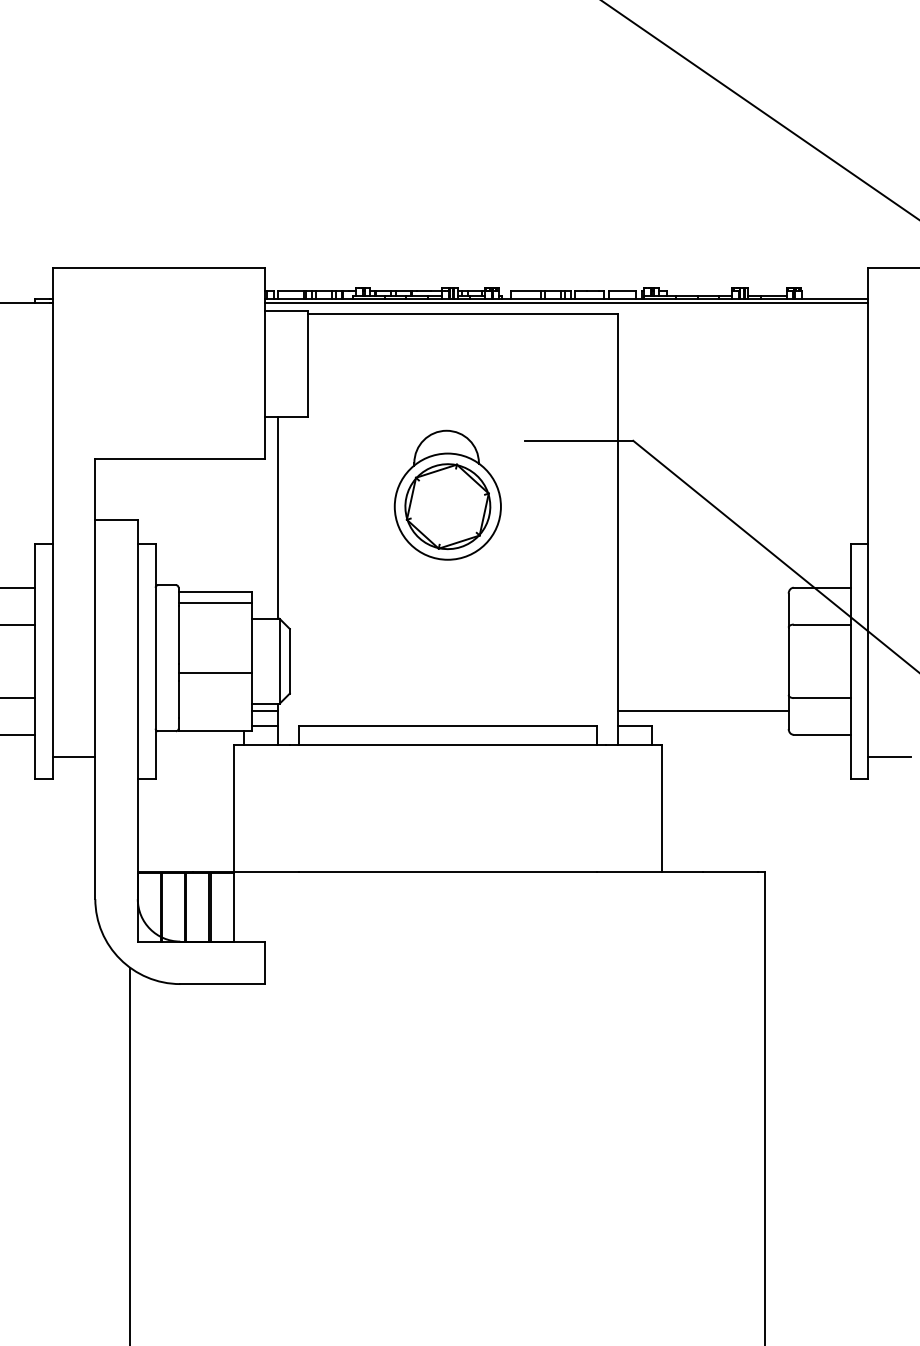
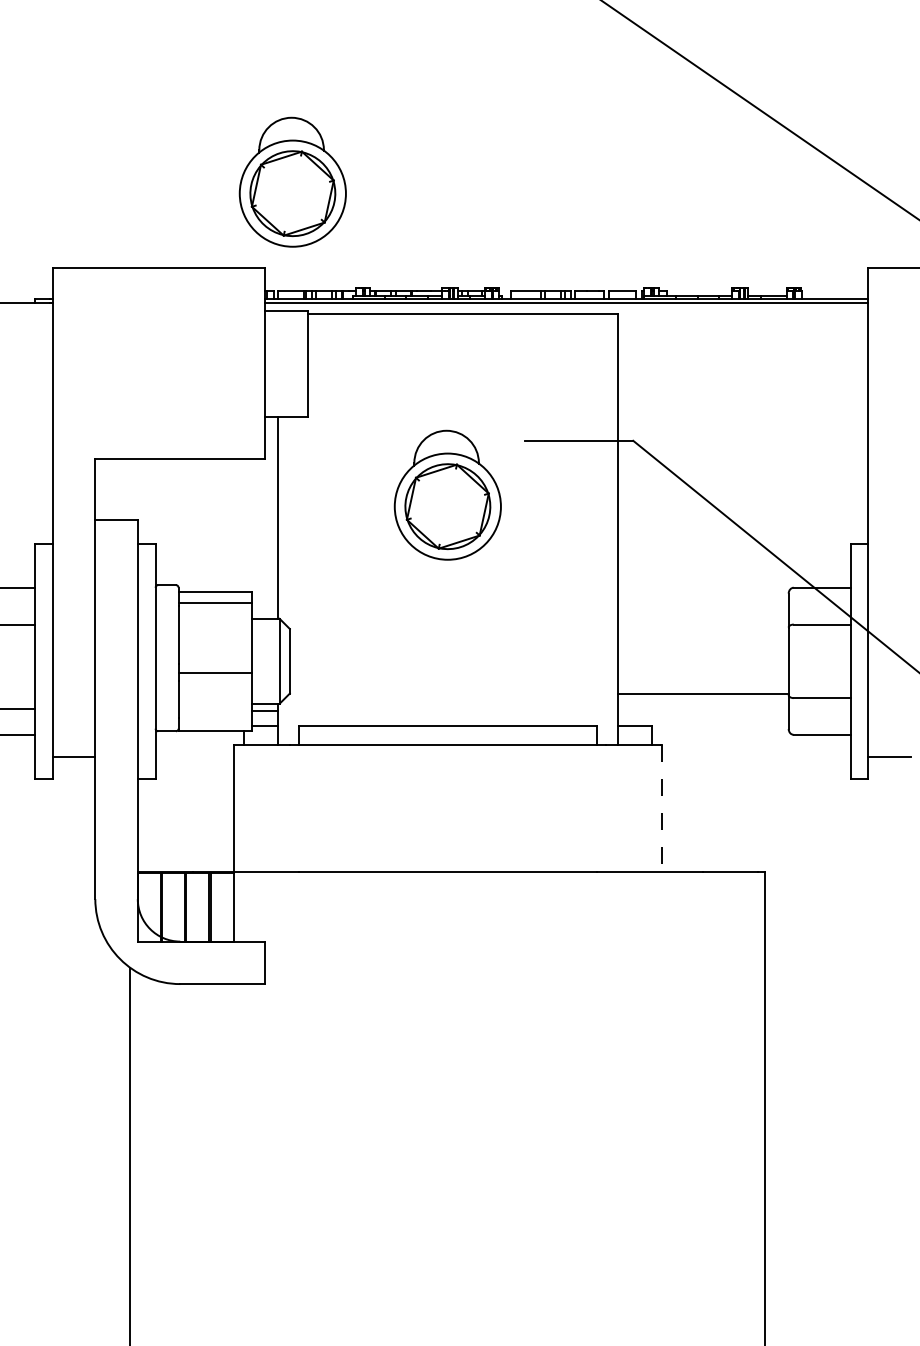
part at (292, 181): none -> present
line at (18, 698) position: (18, 698) -> (18, 709)
line at (702, 710) position: (702, 710) -> (702, 693)
line at (661, 809): solid -> dashed
